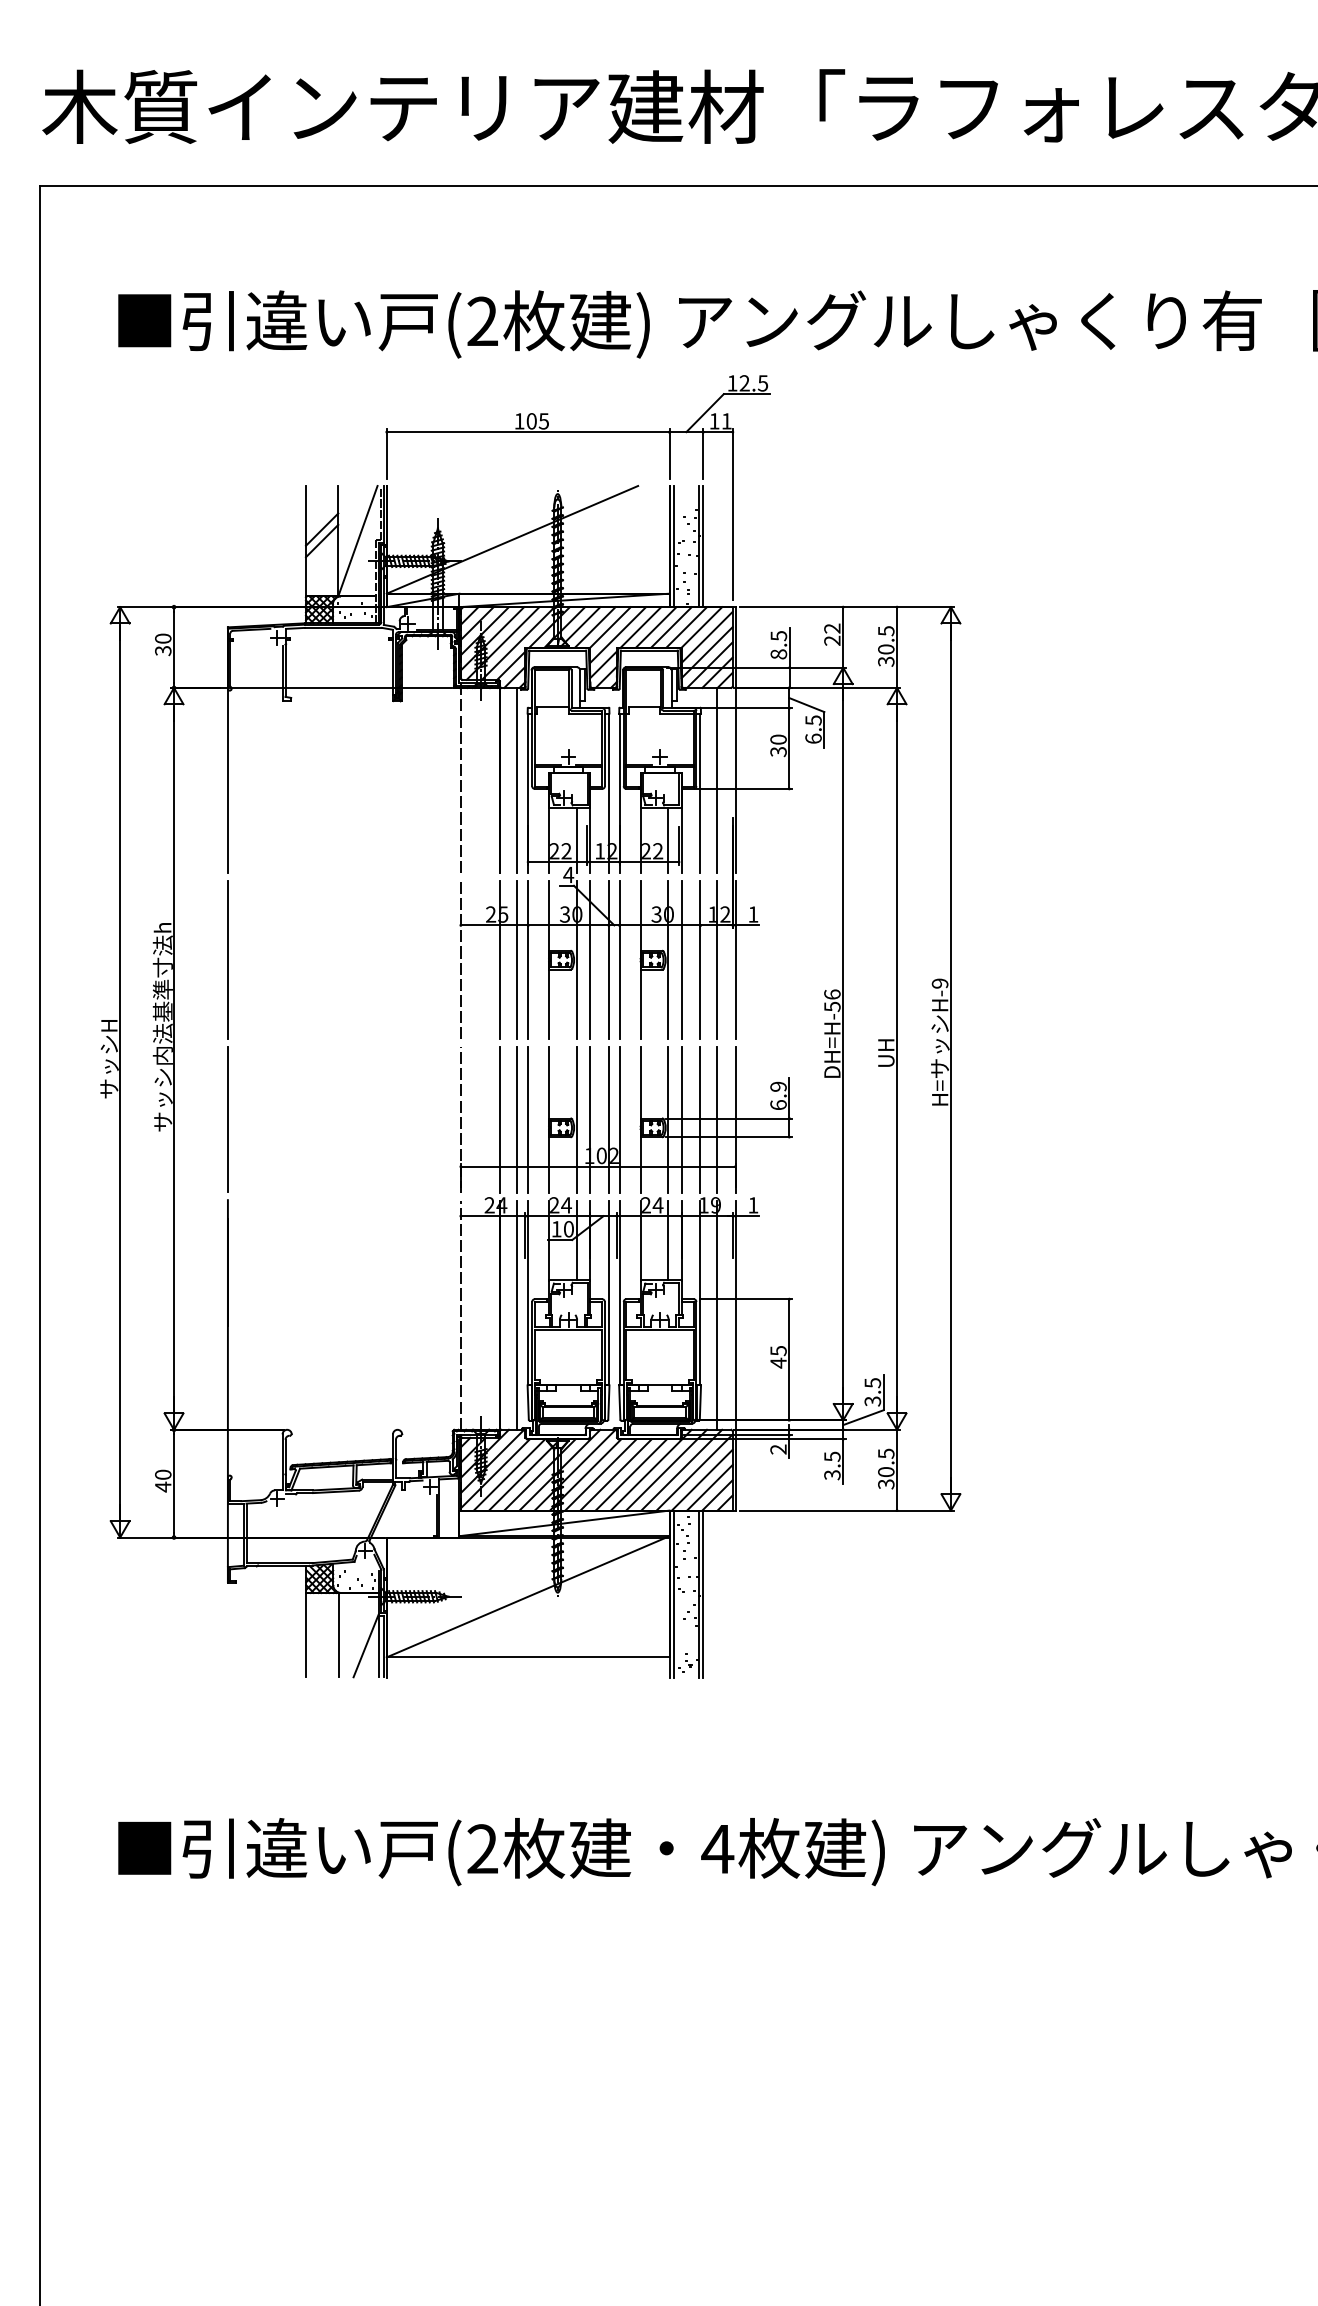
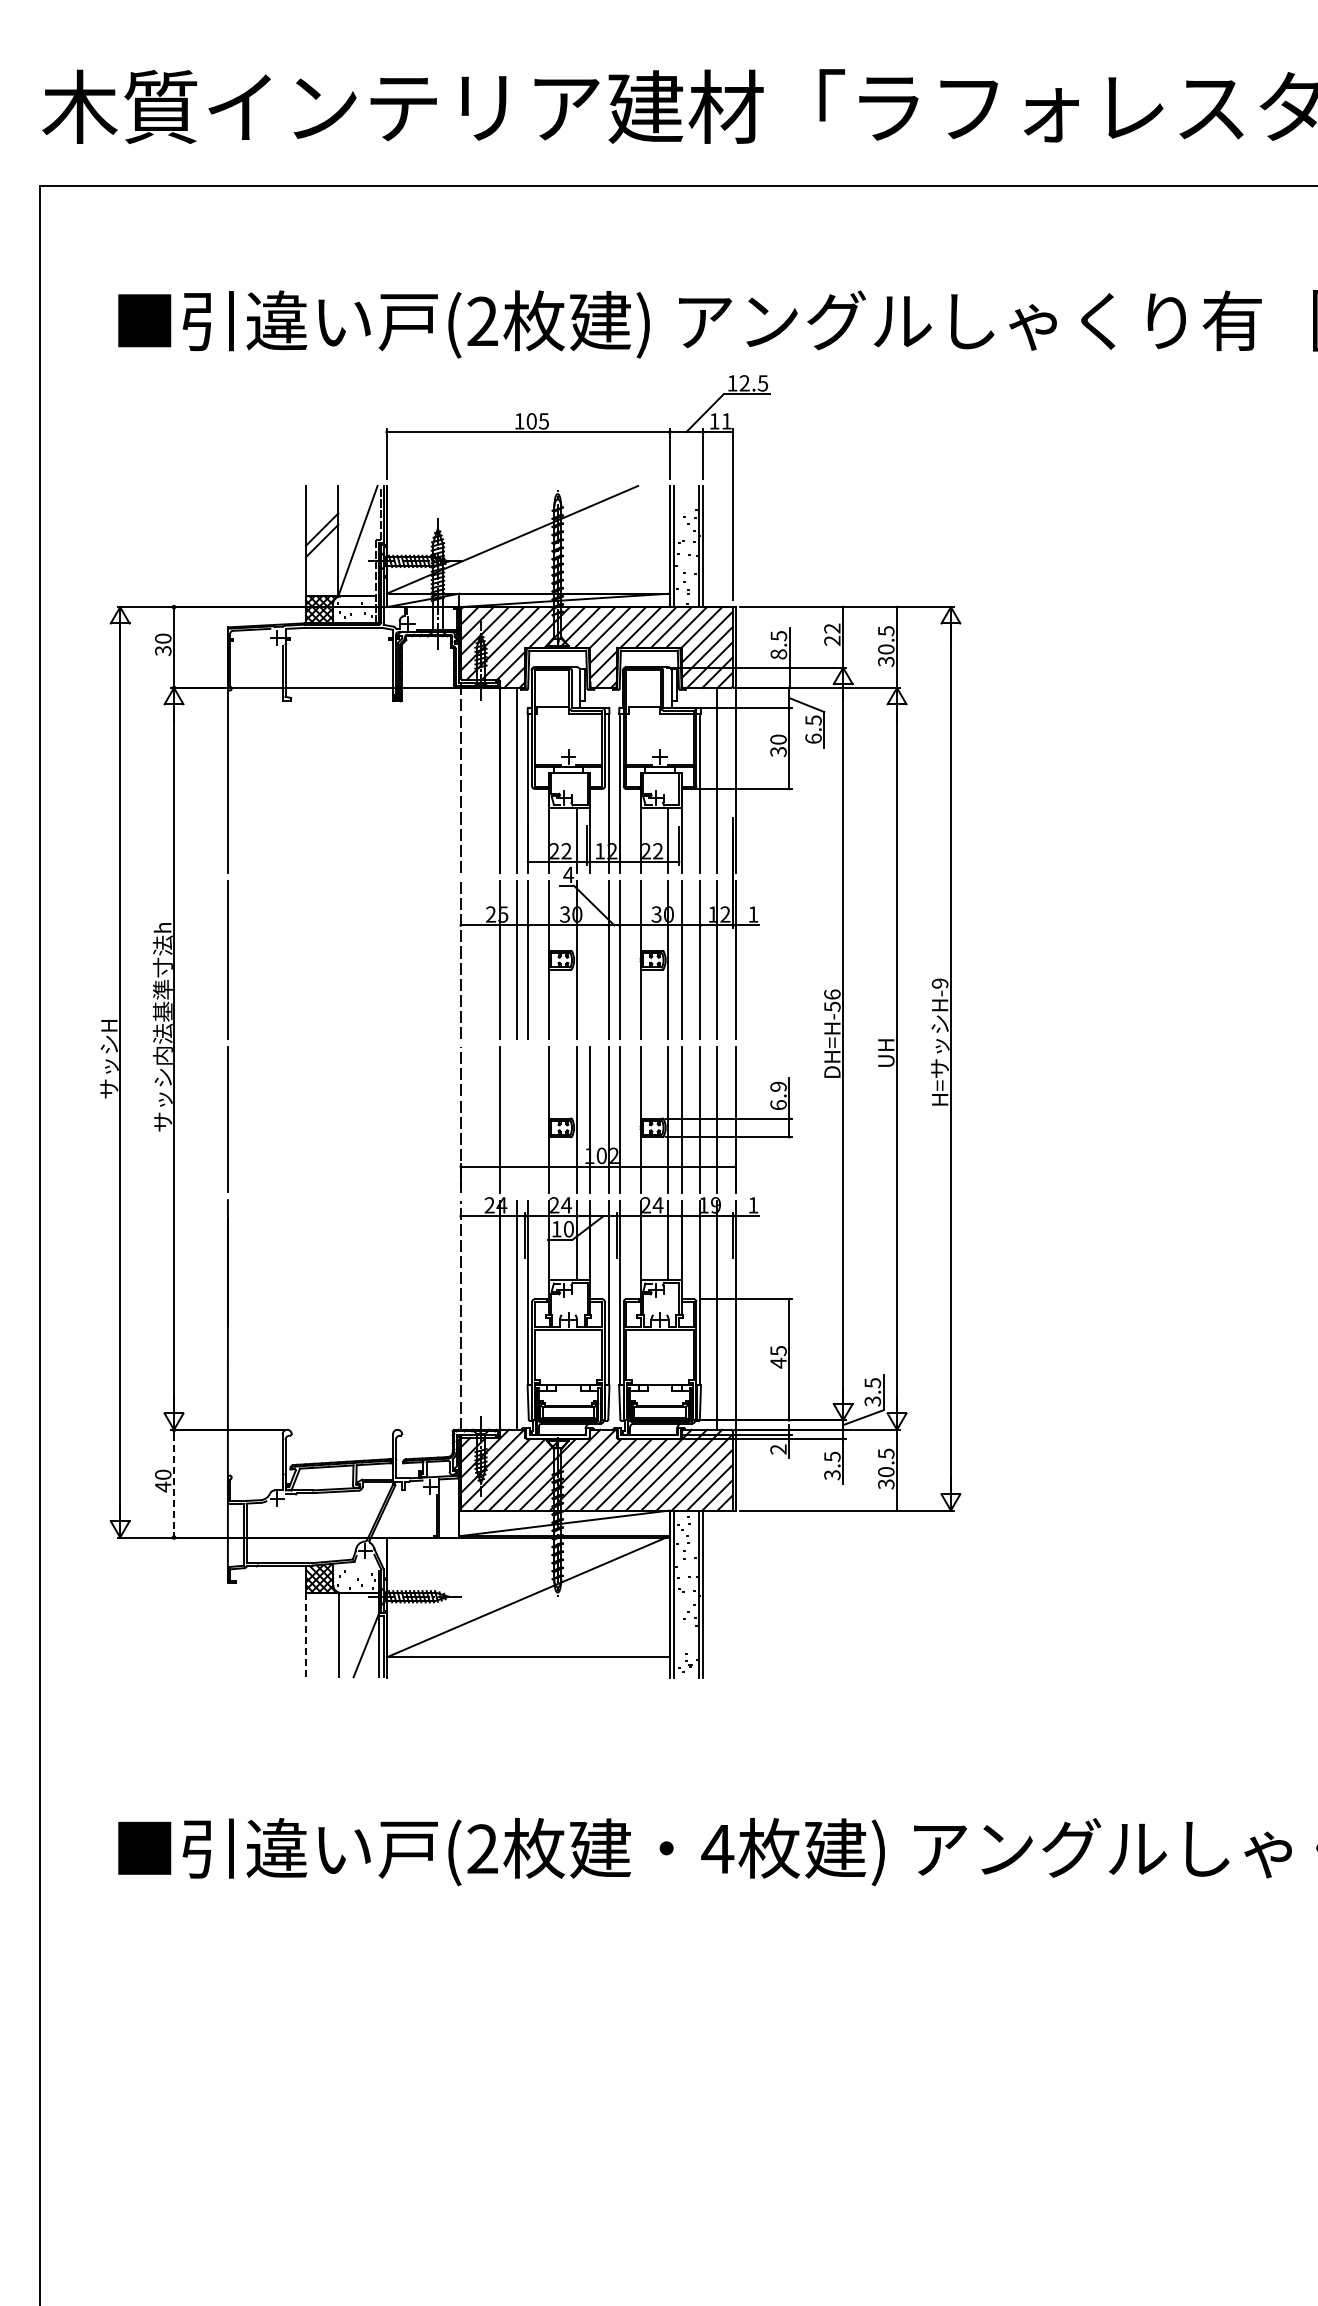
line at (590, 960): present -> none
line at (517, 1120): present -> none
line at (528, 1120): present -> none
line at (174, 1484): solid -> dashed
line at (306, 1634): solid -> dashed
